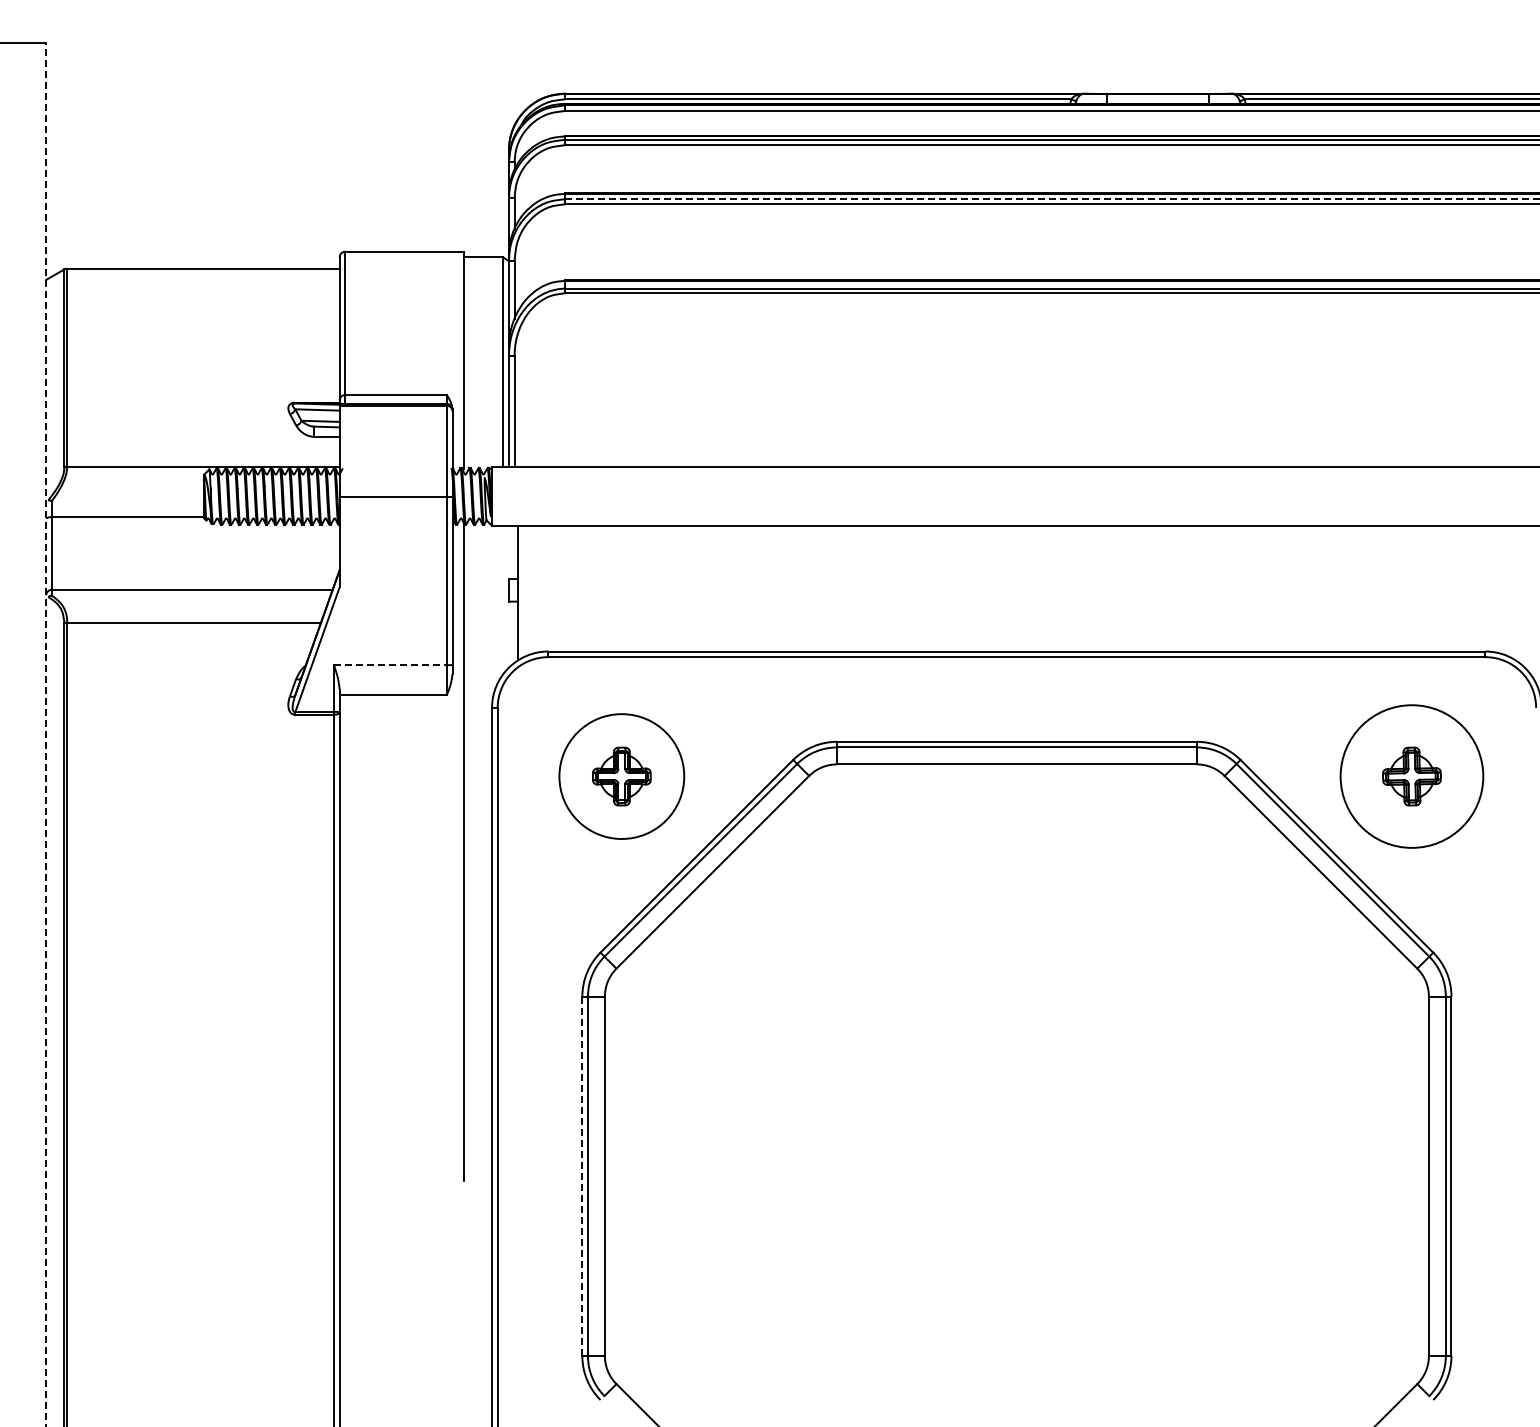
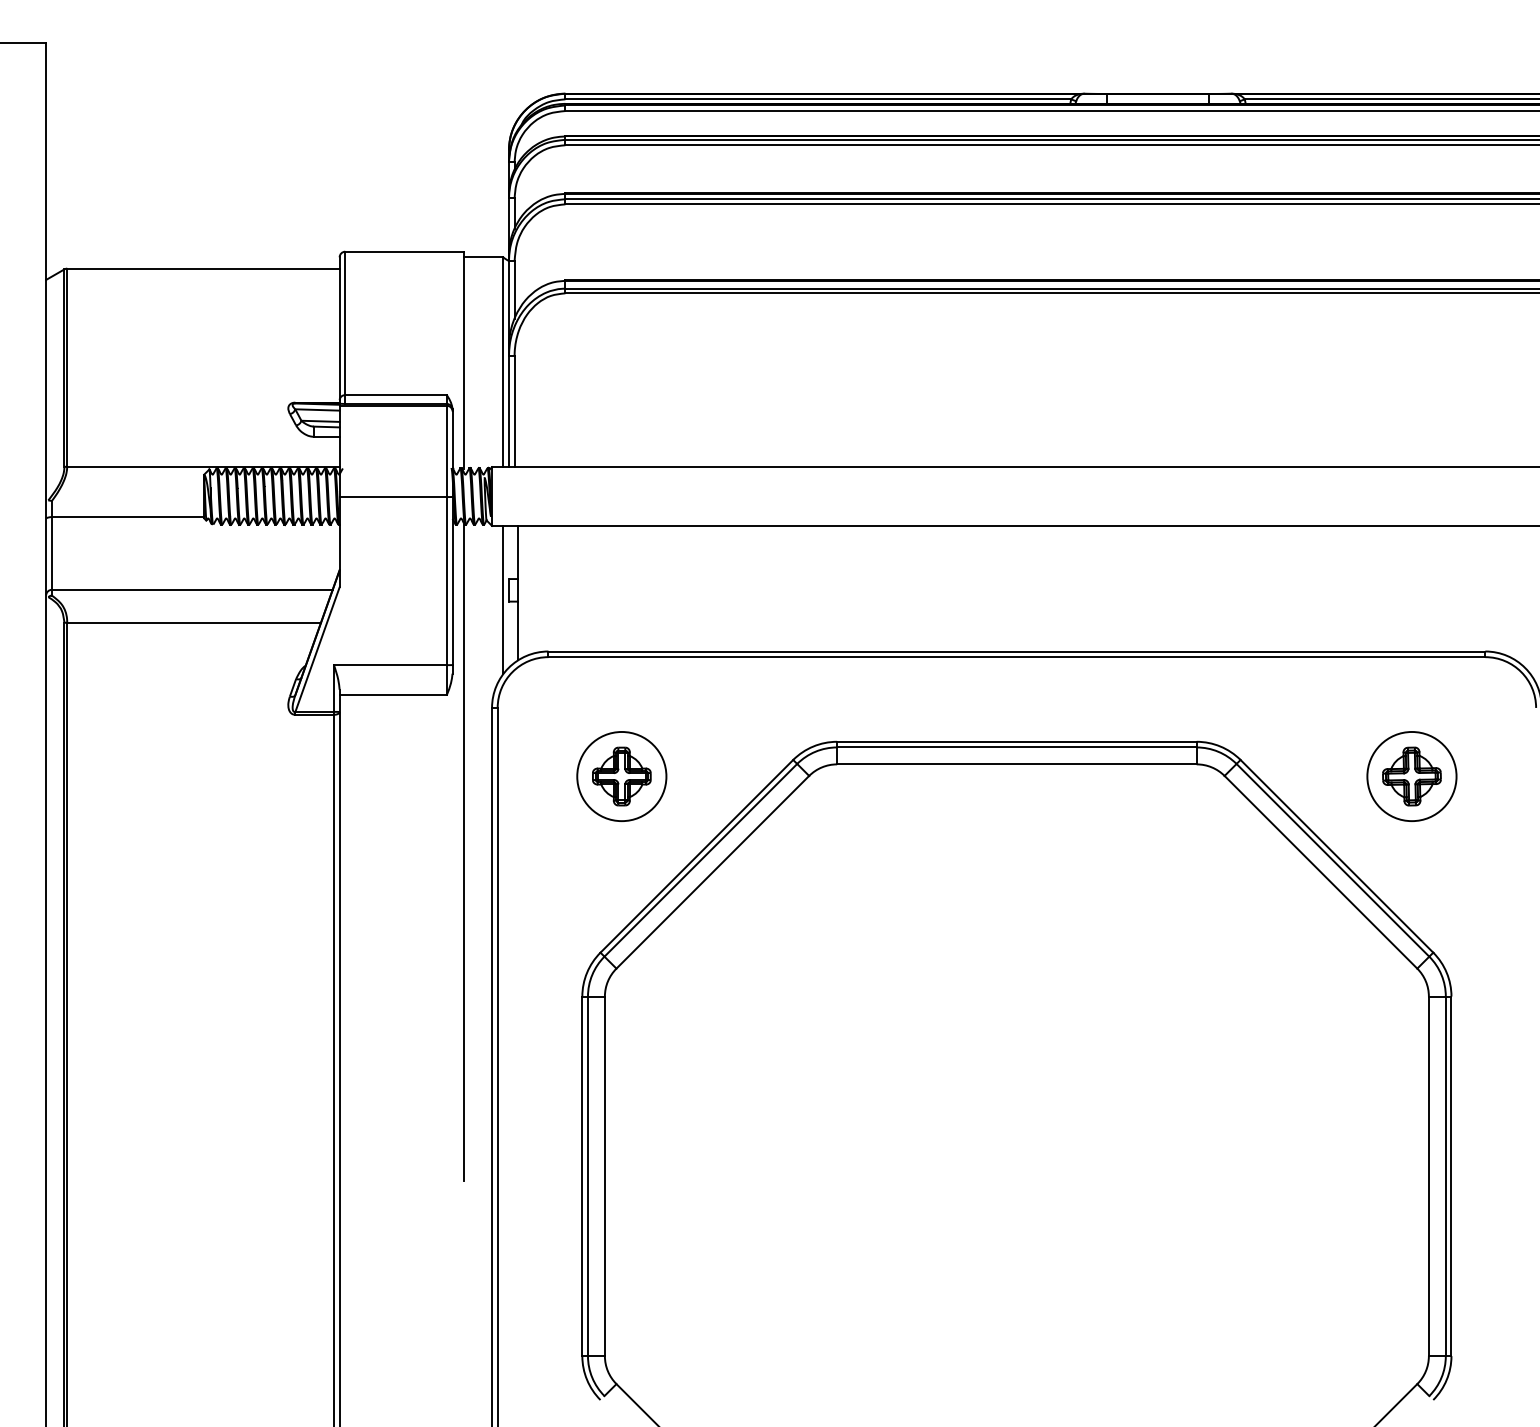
line at (1052, 199): dashed -> solid
line at (503, 599): none -> present
line at (390, 665): dashed -> solid
line at (46, 734): dashed -> solid
circle at (621, 776) diameter: 125 px -> 89 px
circle at (1411, 776) diameter: 143 px -> 89 px
line at (582, 1176): dashed -> solid
